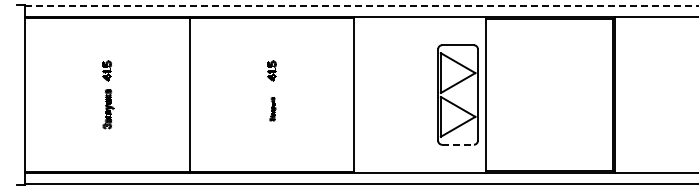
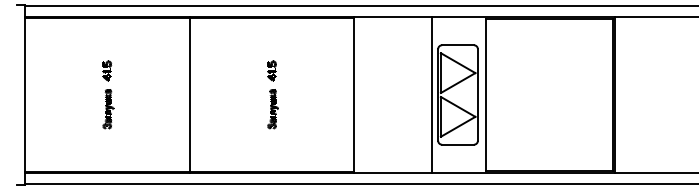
line at (361, 5): dashed -> solid
line at (432, 94): none -> present
part at (272, 109) size: 8x25 px -> 12x41 px
line at (458, 144): dashed -> solid
